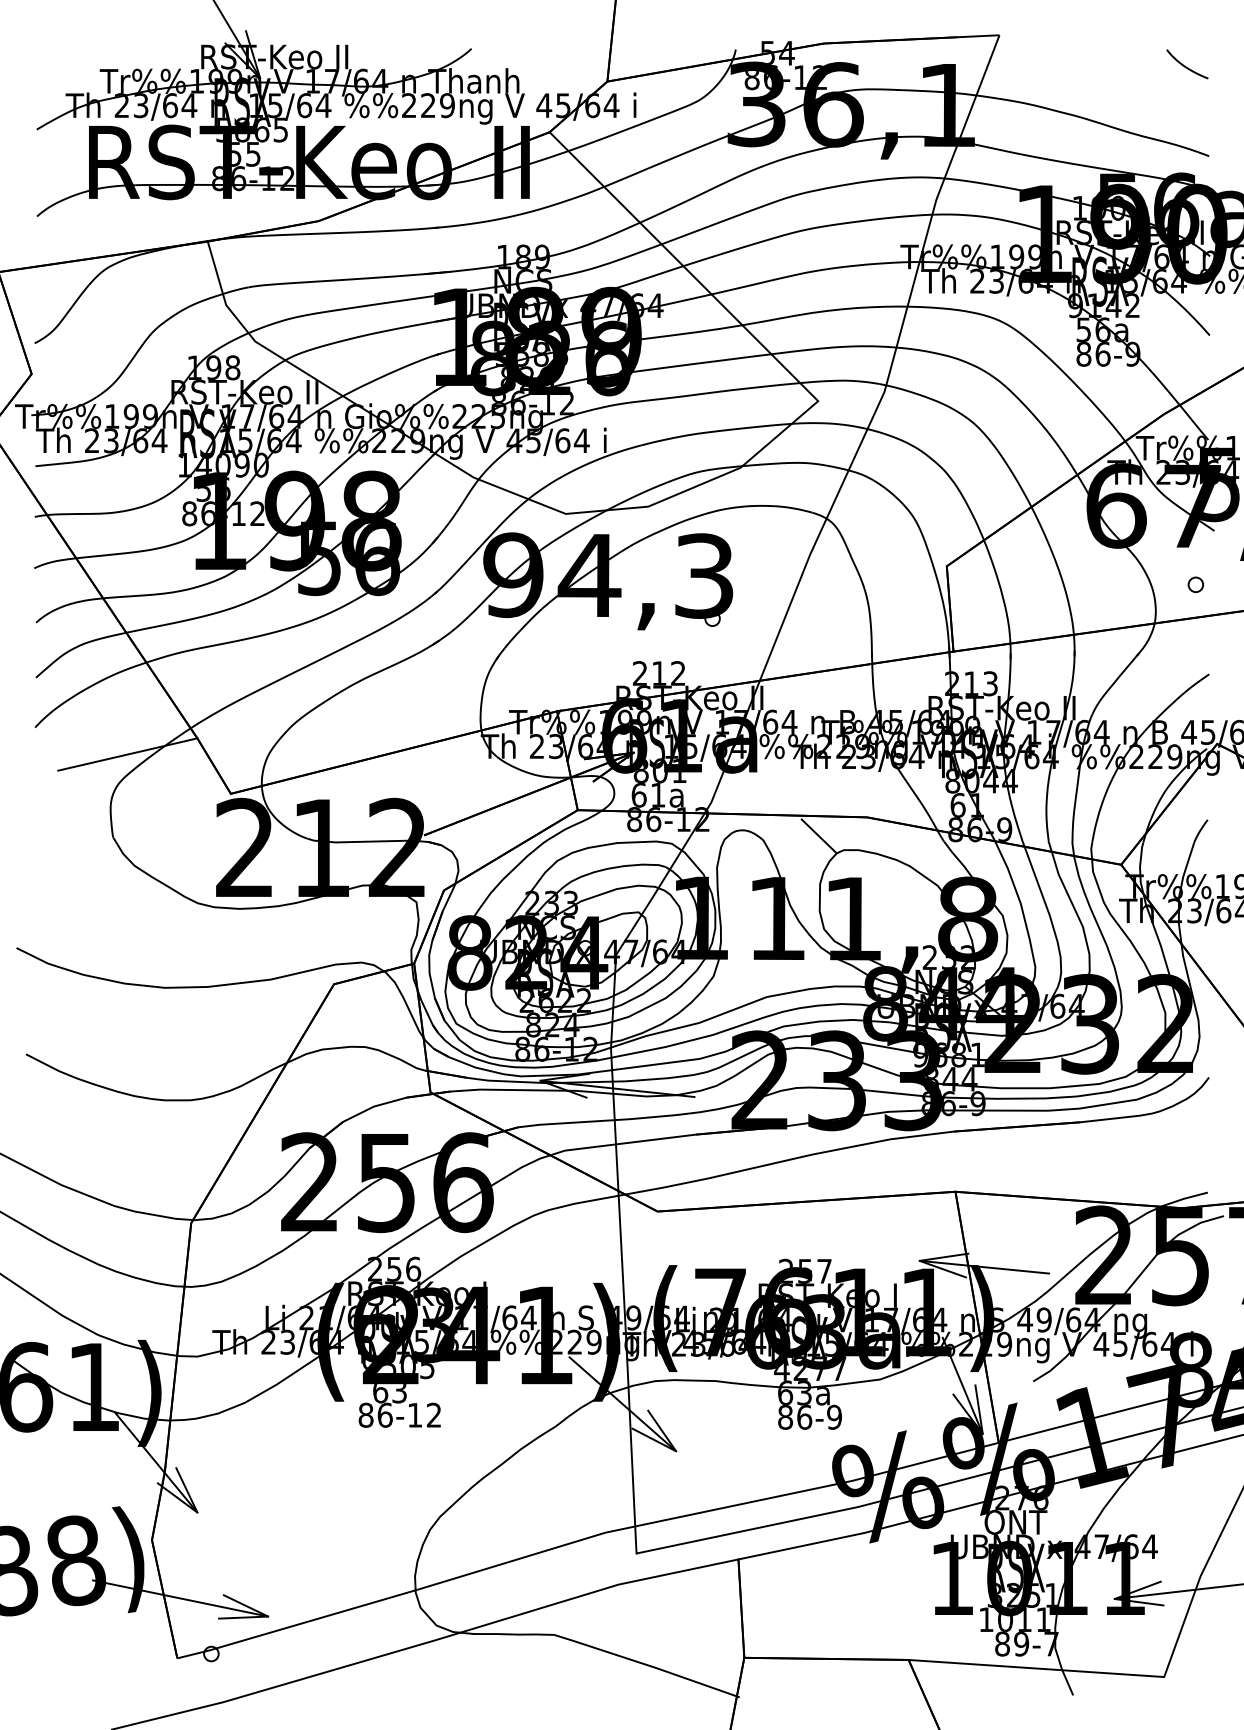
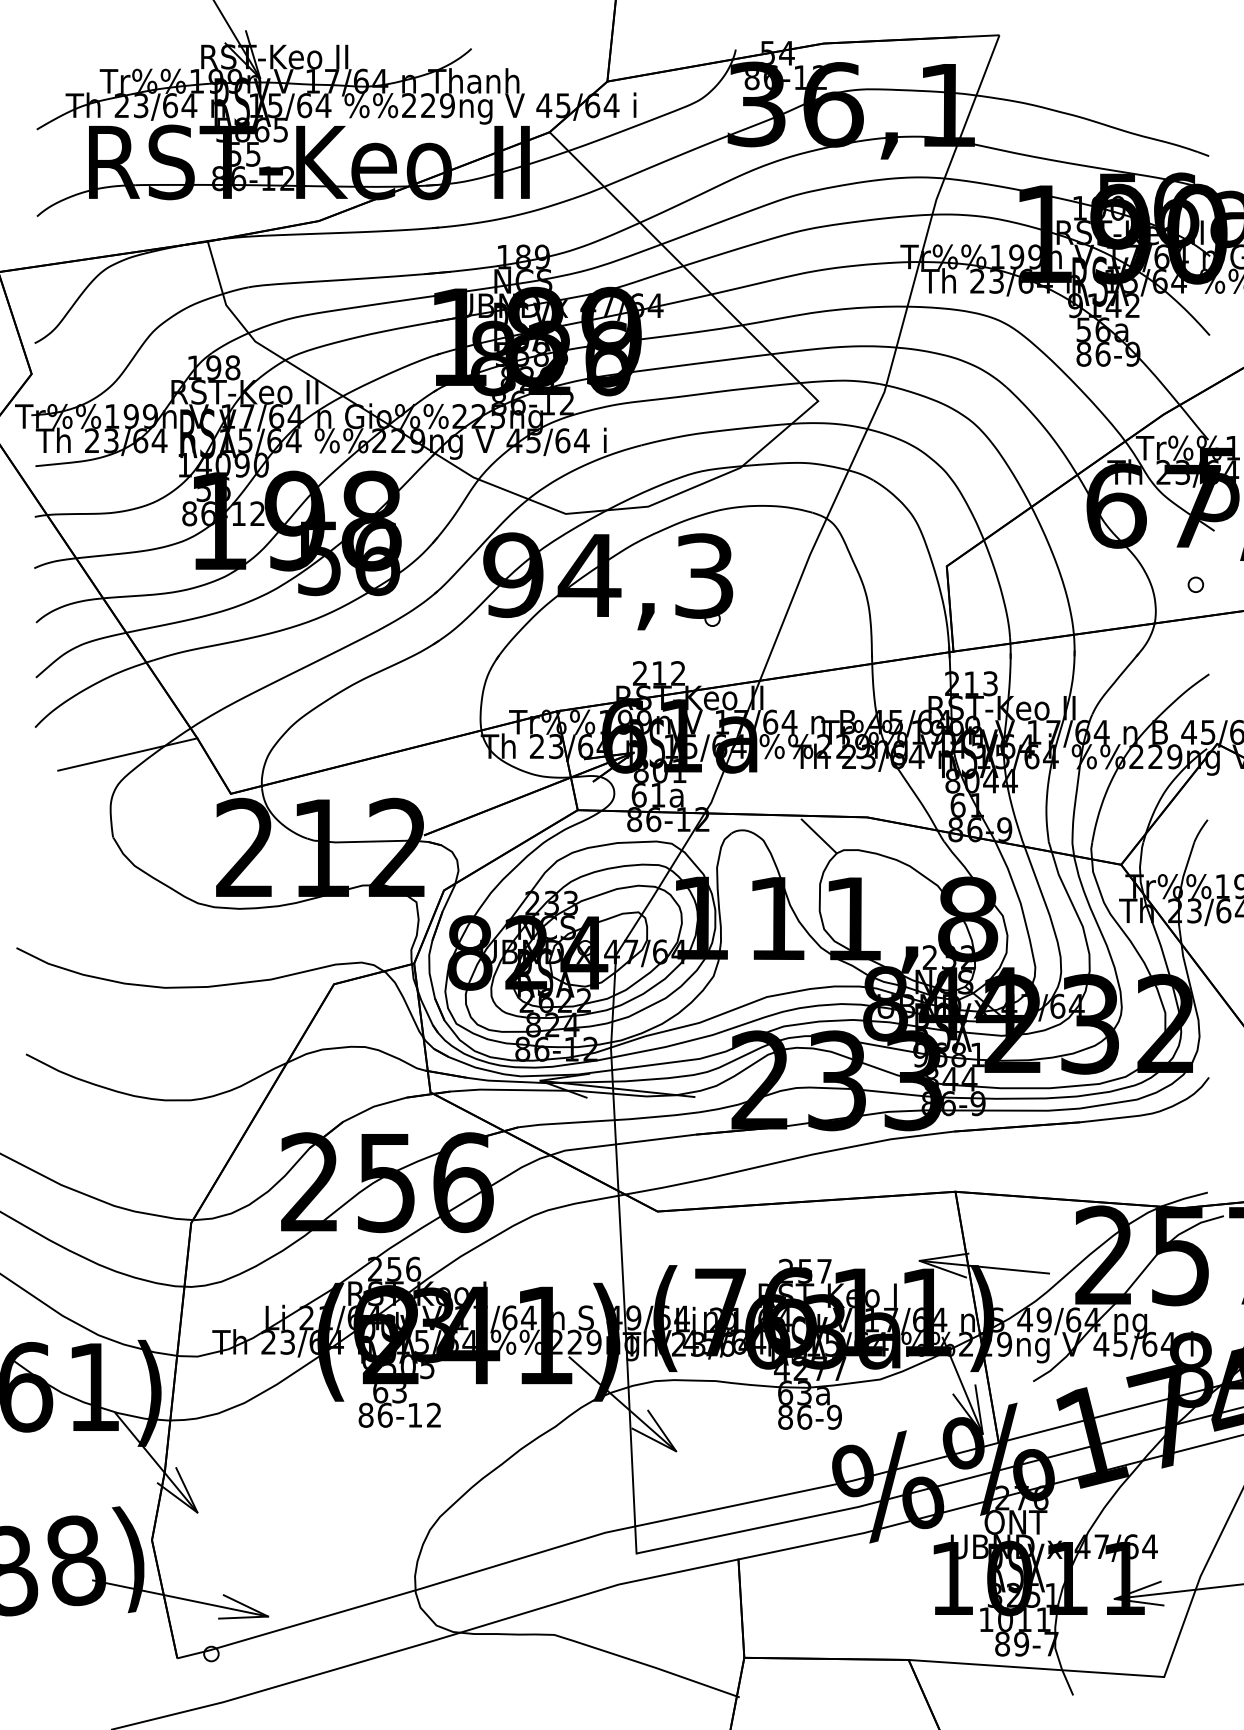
curve at (1185, 65): present -> none
